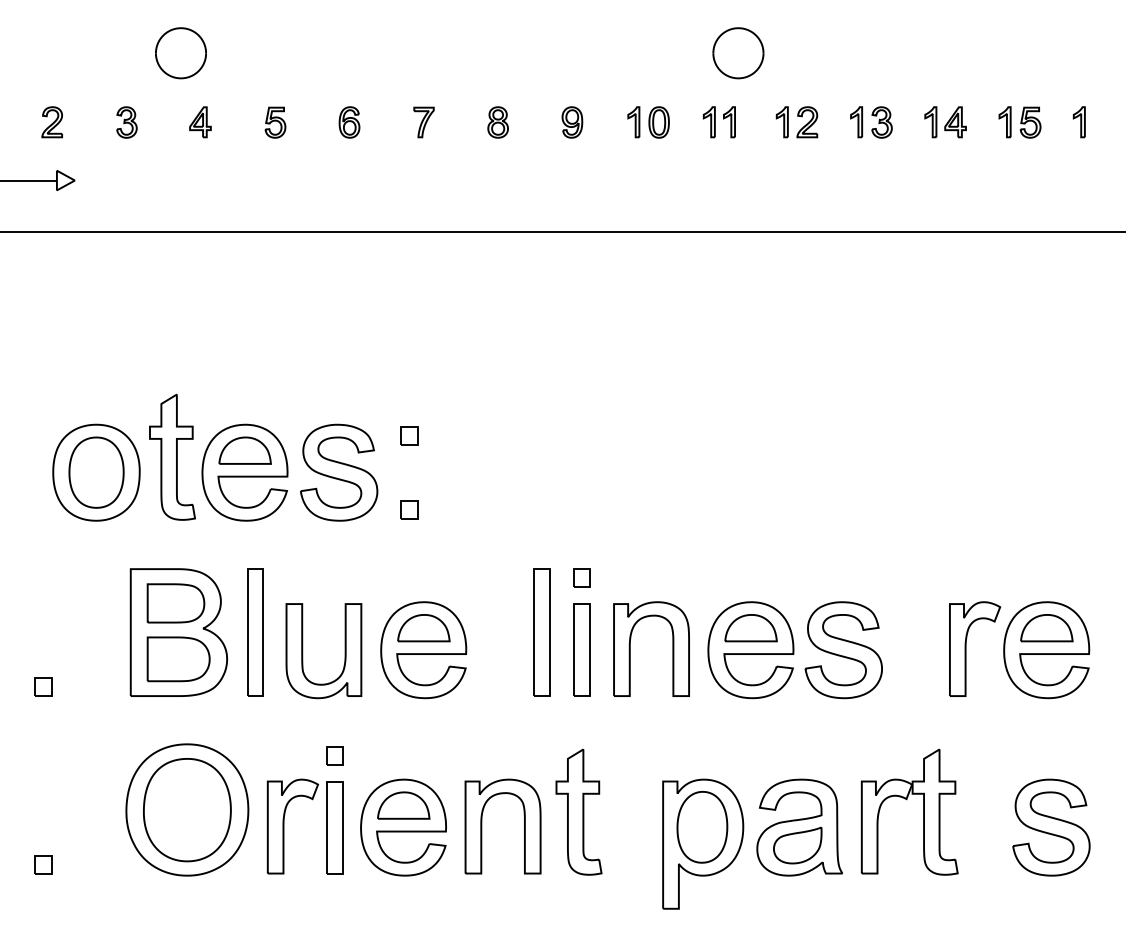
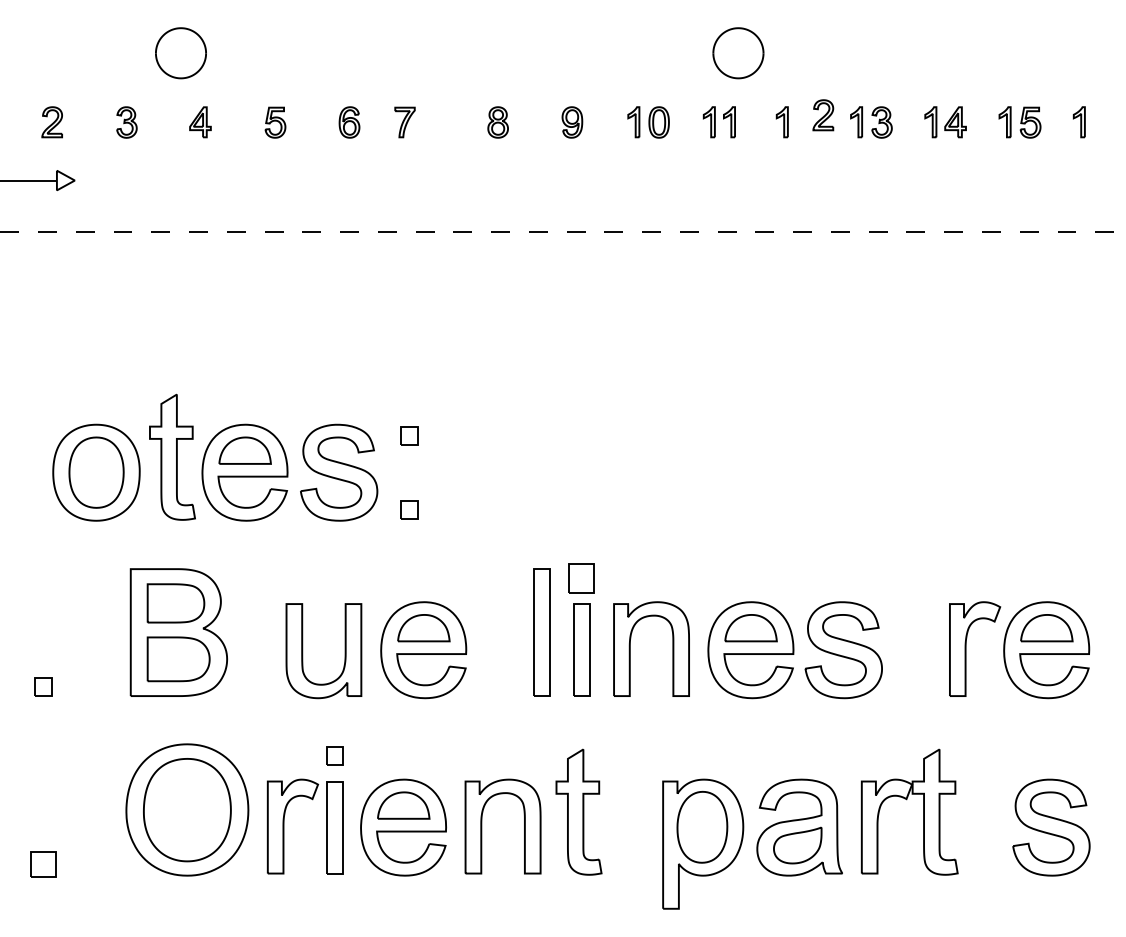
part at (423, 122) position: (423, 122) -> (404, 122)
part at (807, 122) position: (807, 122) -> (823, 115)
line at (562, 231): solid -> dashed
part at (581, 577) size: 18x20 px -> 27x31 px
part at (255, 632): present -> none
part at (43, 864) size: 19x20 px -> 27x27 px
